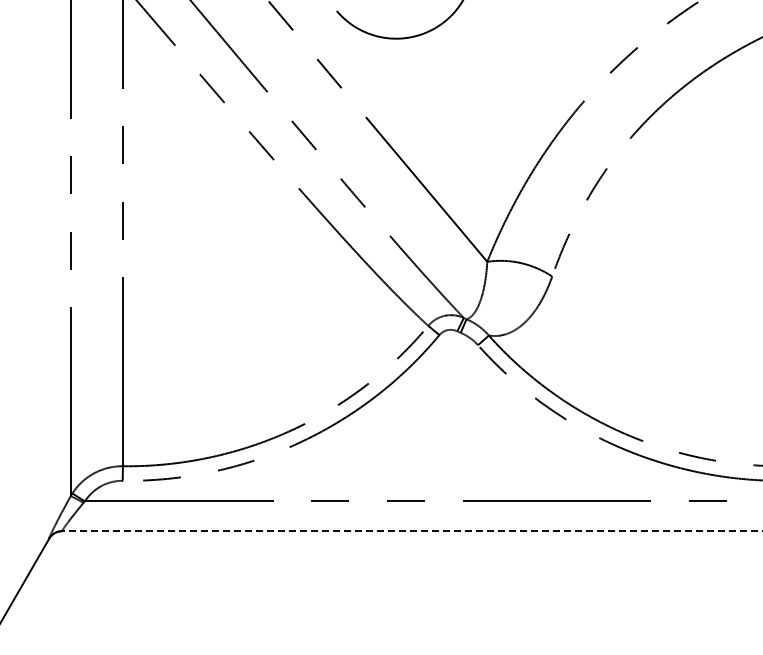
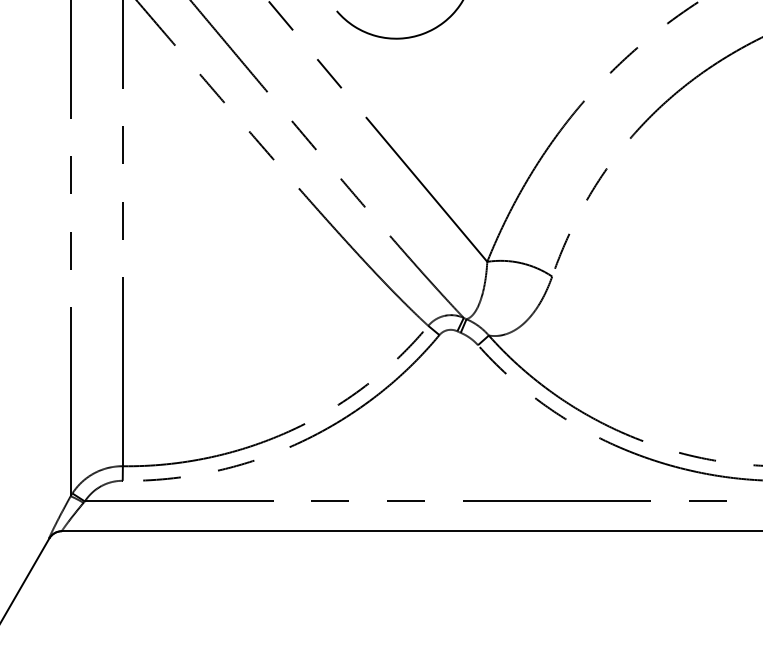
line at (411, 531): dashed -> solid
